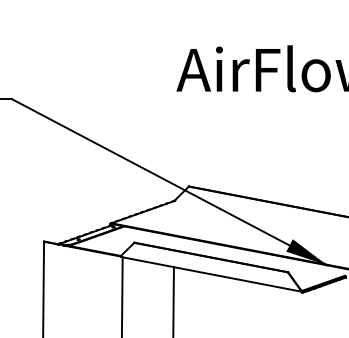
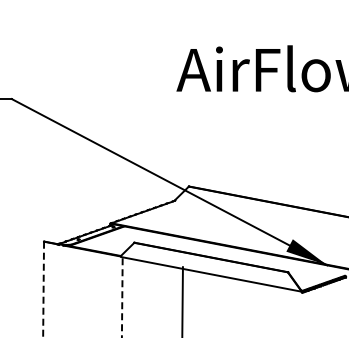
line at (43, 289): solid -> dashed
line at (122, 297): solid -> dashed
line at (173, 300) position: (173, 300) -> (182, 300)
